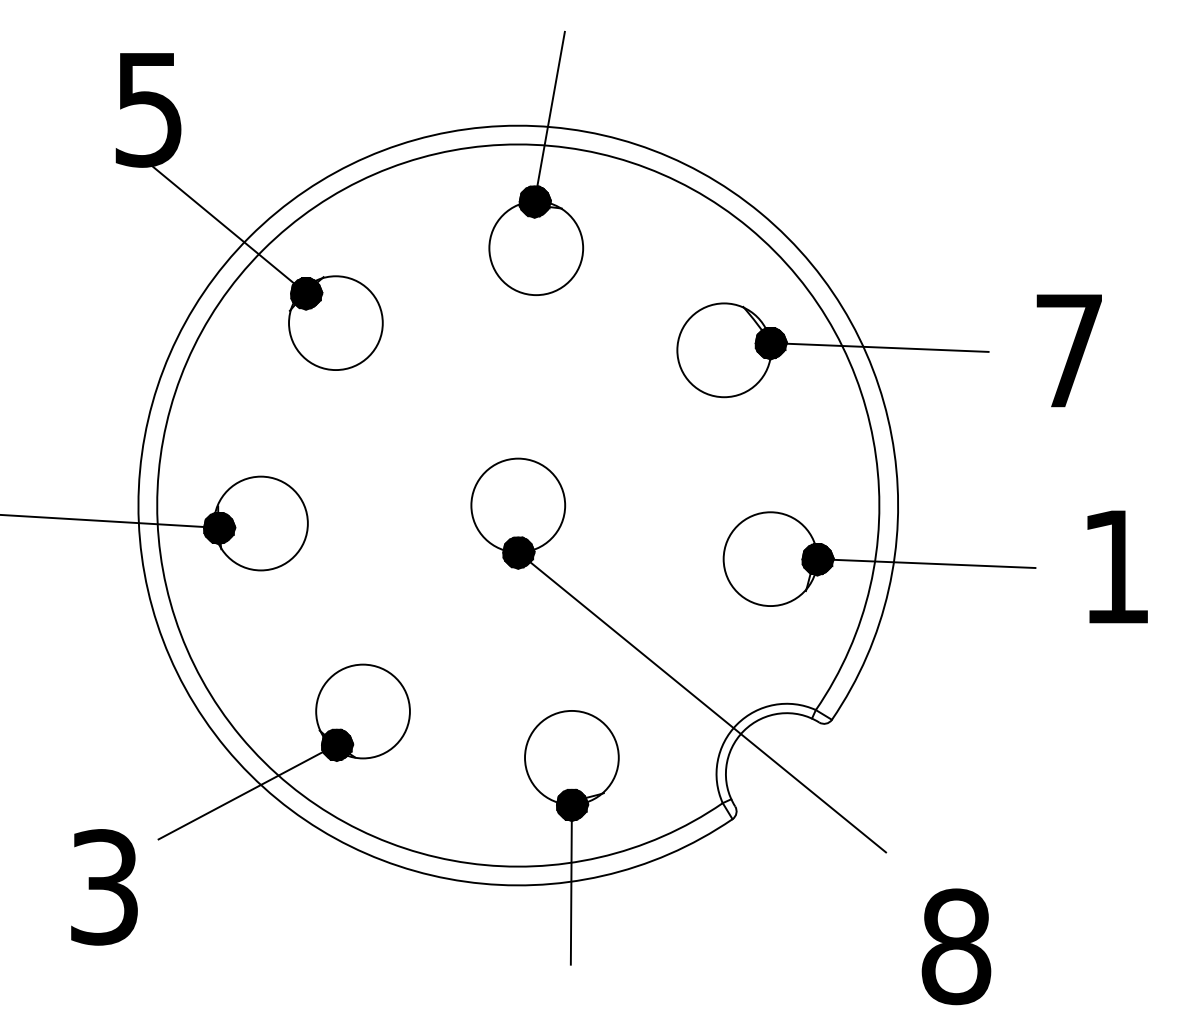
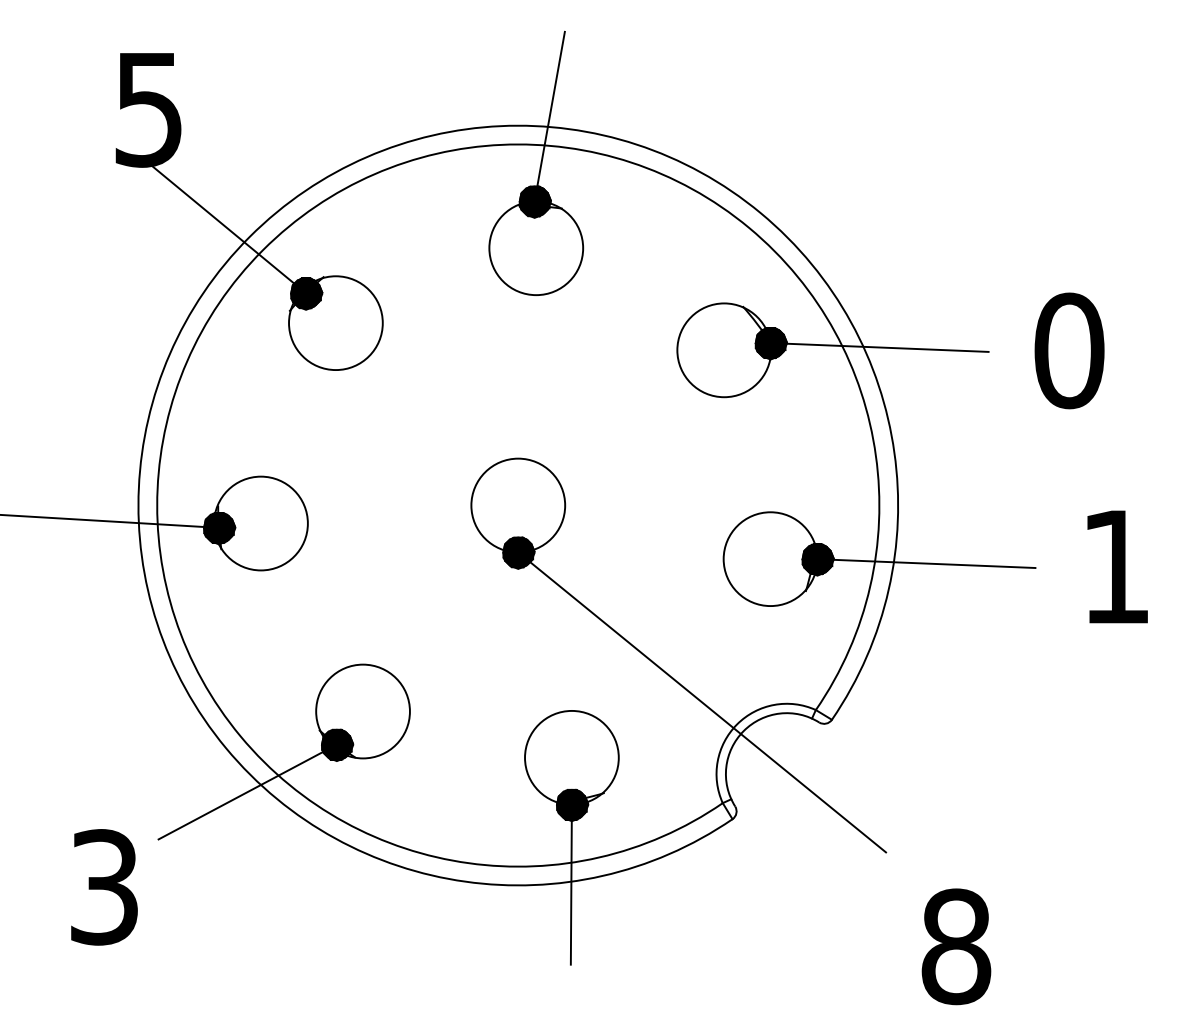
text at (1069, 350): 7 -> 0
